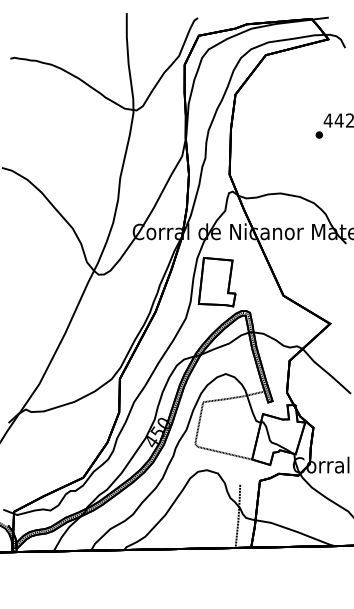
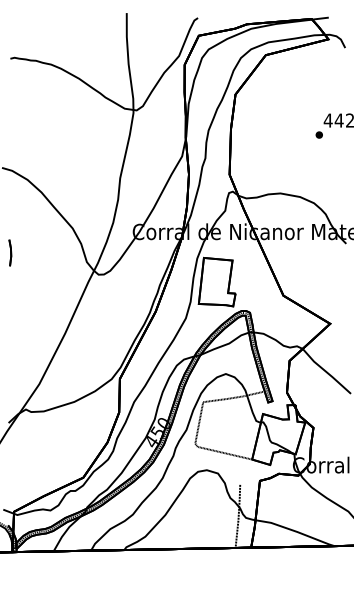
part at (10, 252): none -> present
